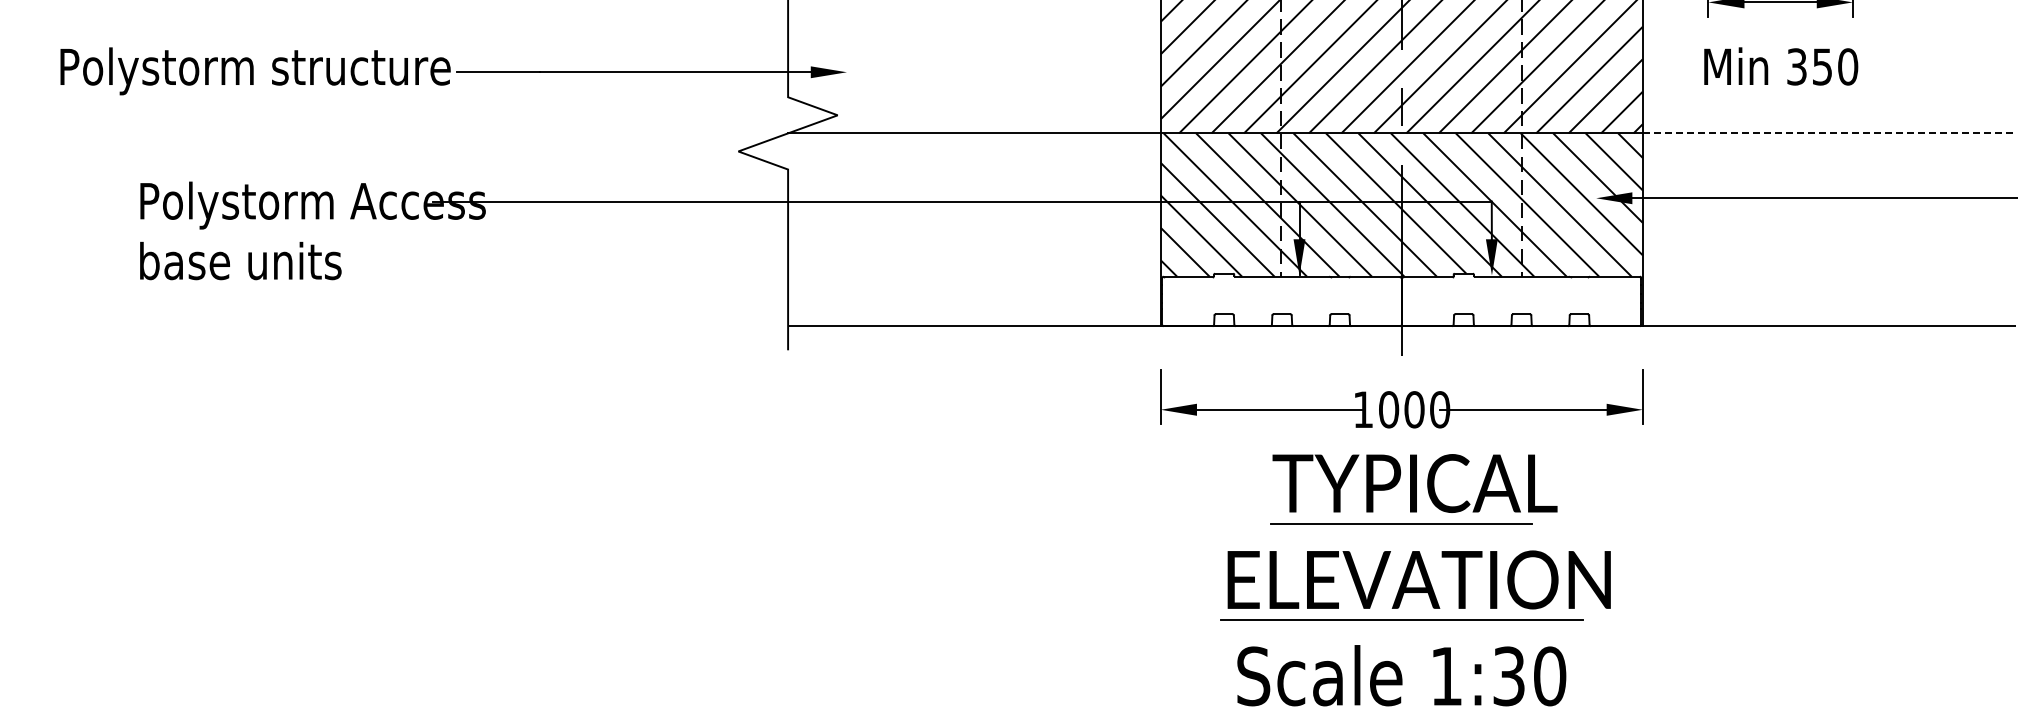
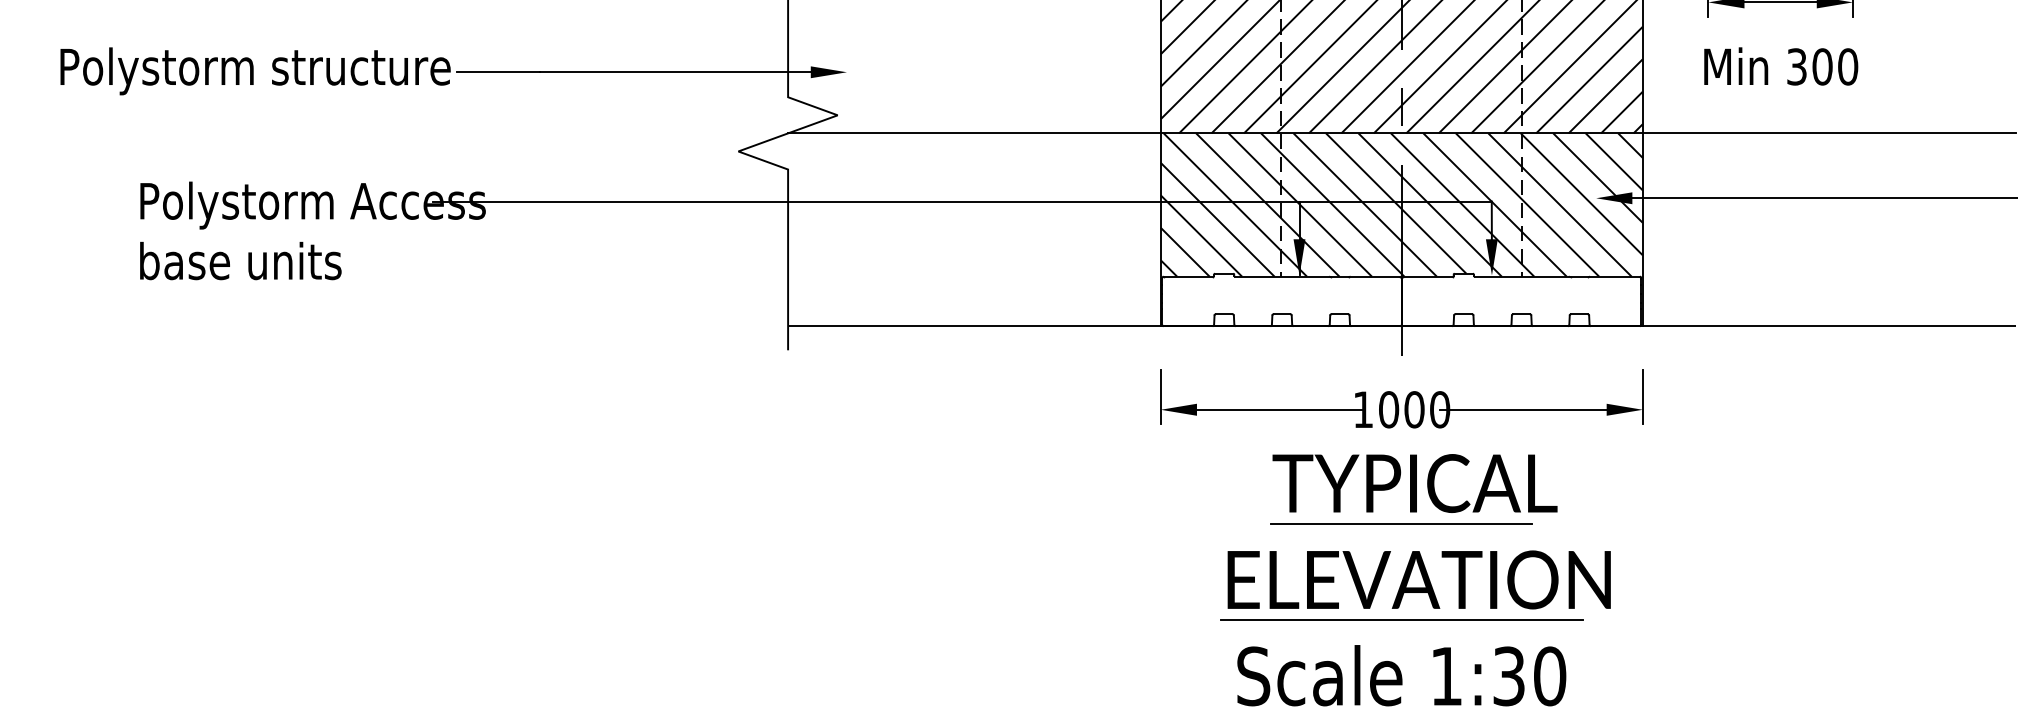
text at (1822, 66): 350 -> 300
line at (1829, 133): dashed -> solid
